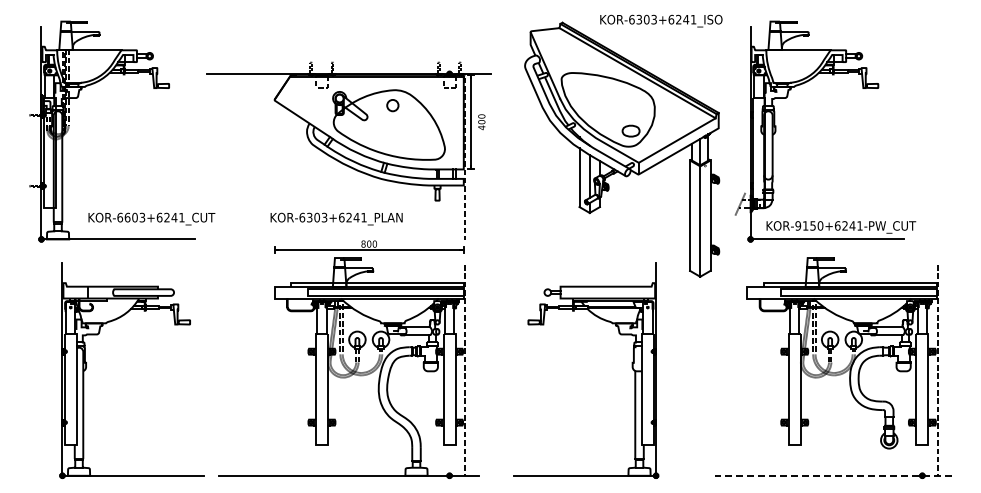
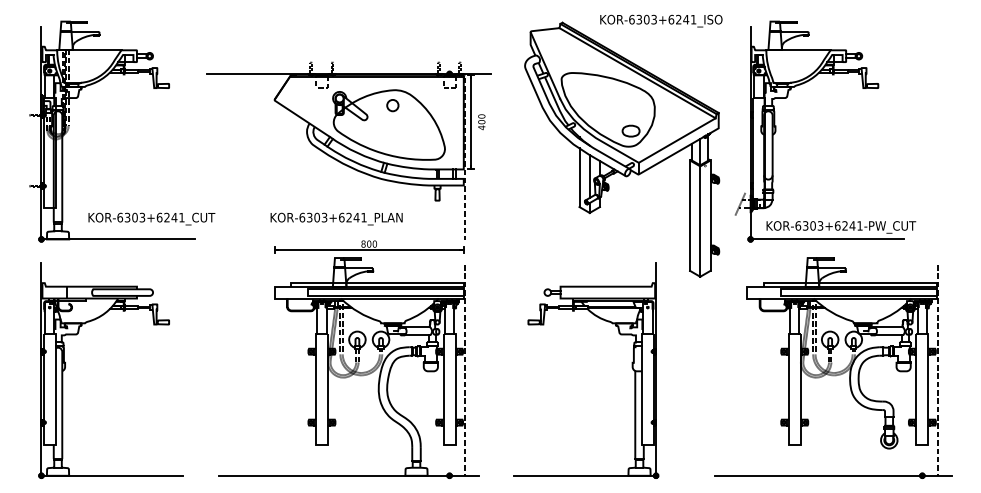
text at (127, 217): KOR-6603+6241_CUT -> KOR-6303+6241_CUT
text at (809, 225): KOR-9150+6241-PW_CUT -> KOR-6303+6241-PW_CUT
part at (86, 369) position: (86, 369) -> (65, 369)
line at (832, 475): dashed -> solid
